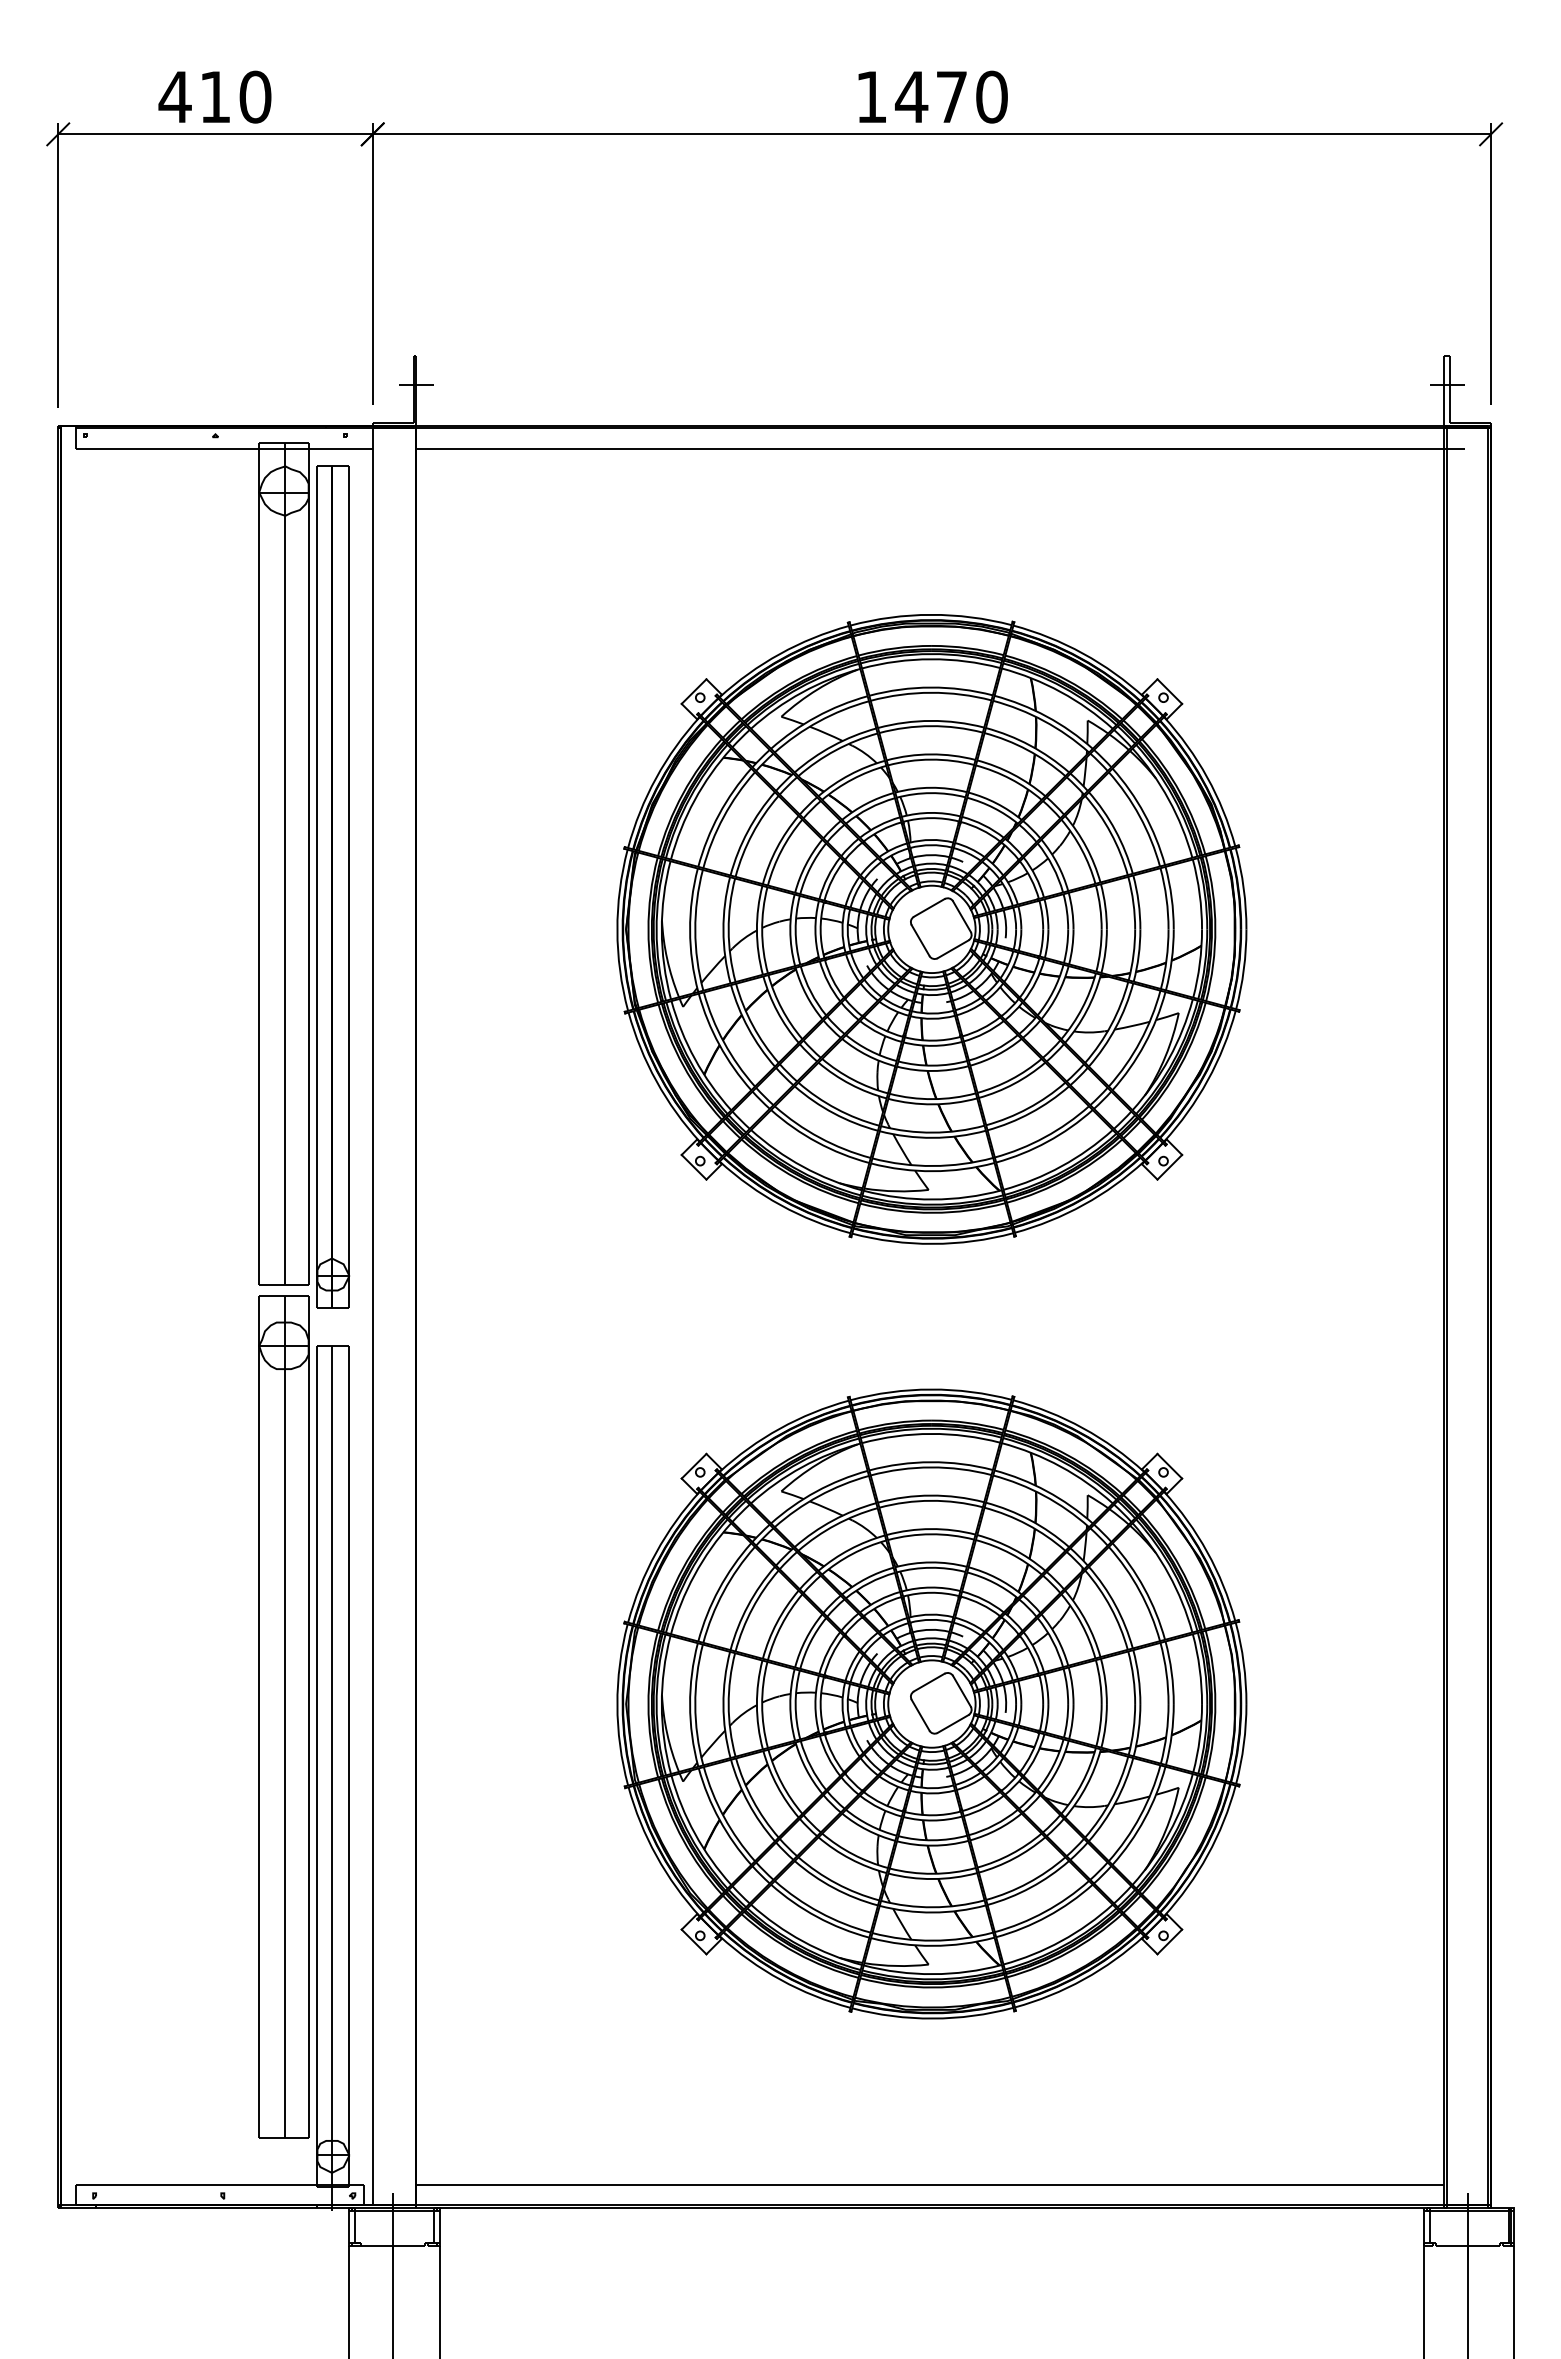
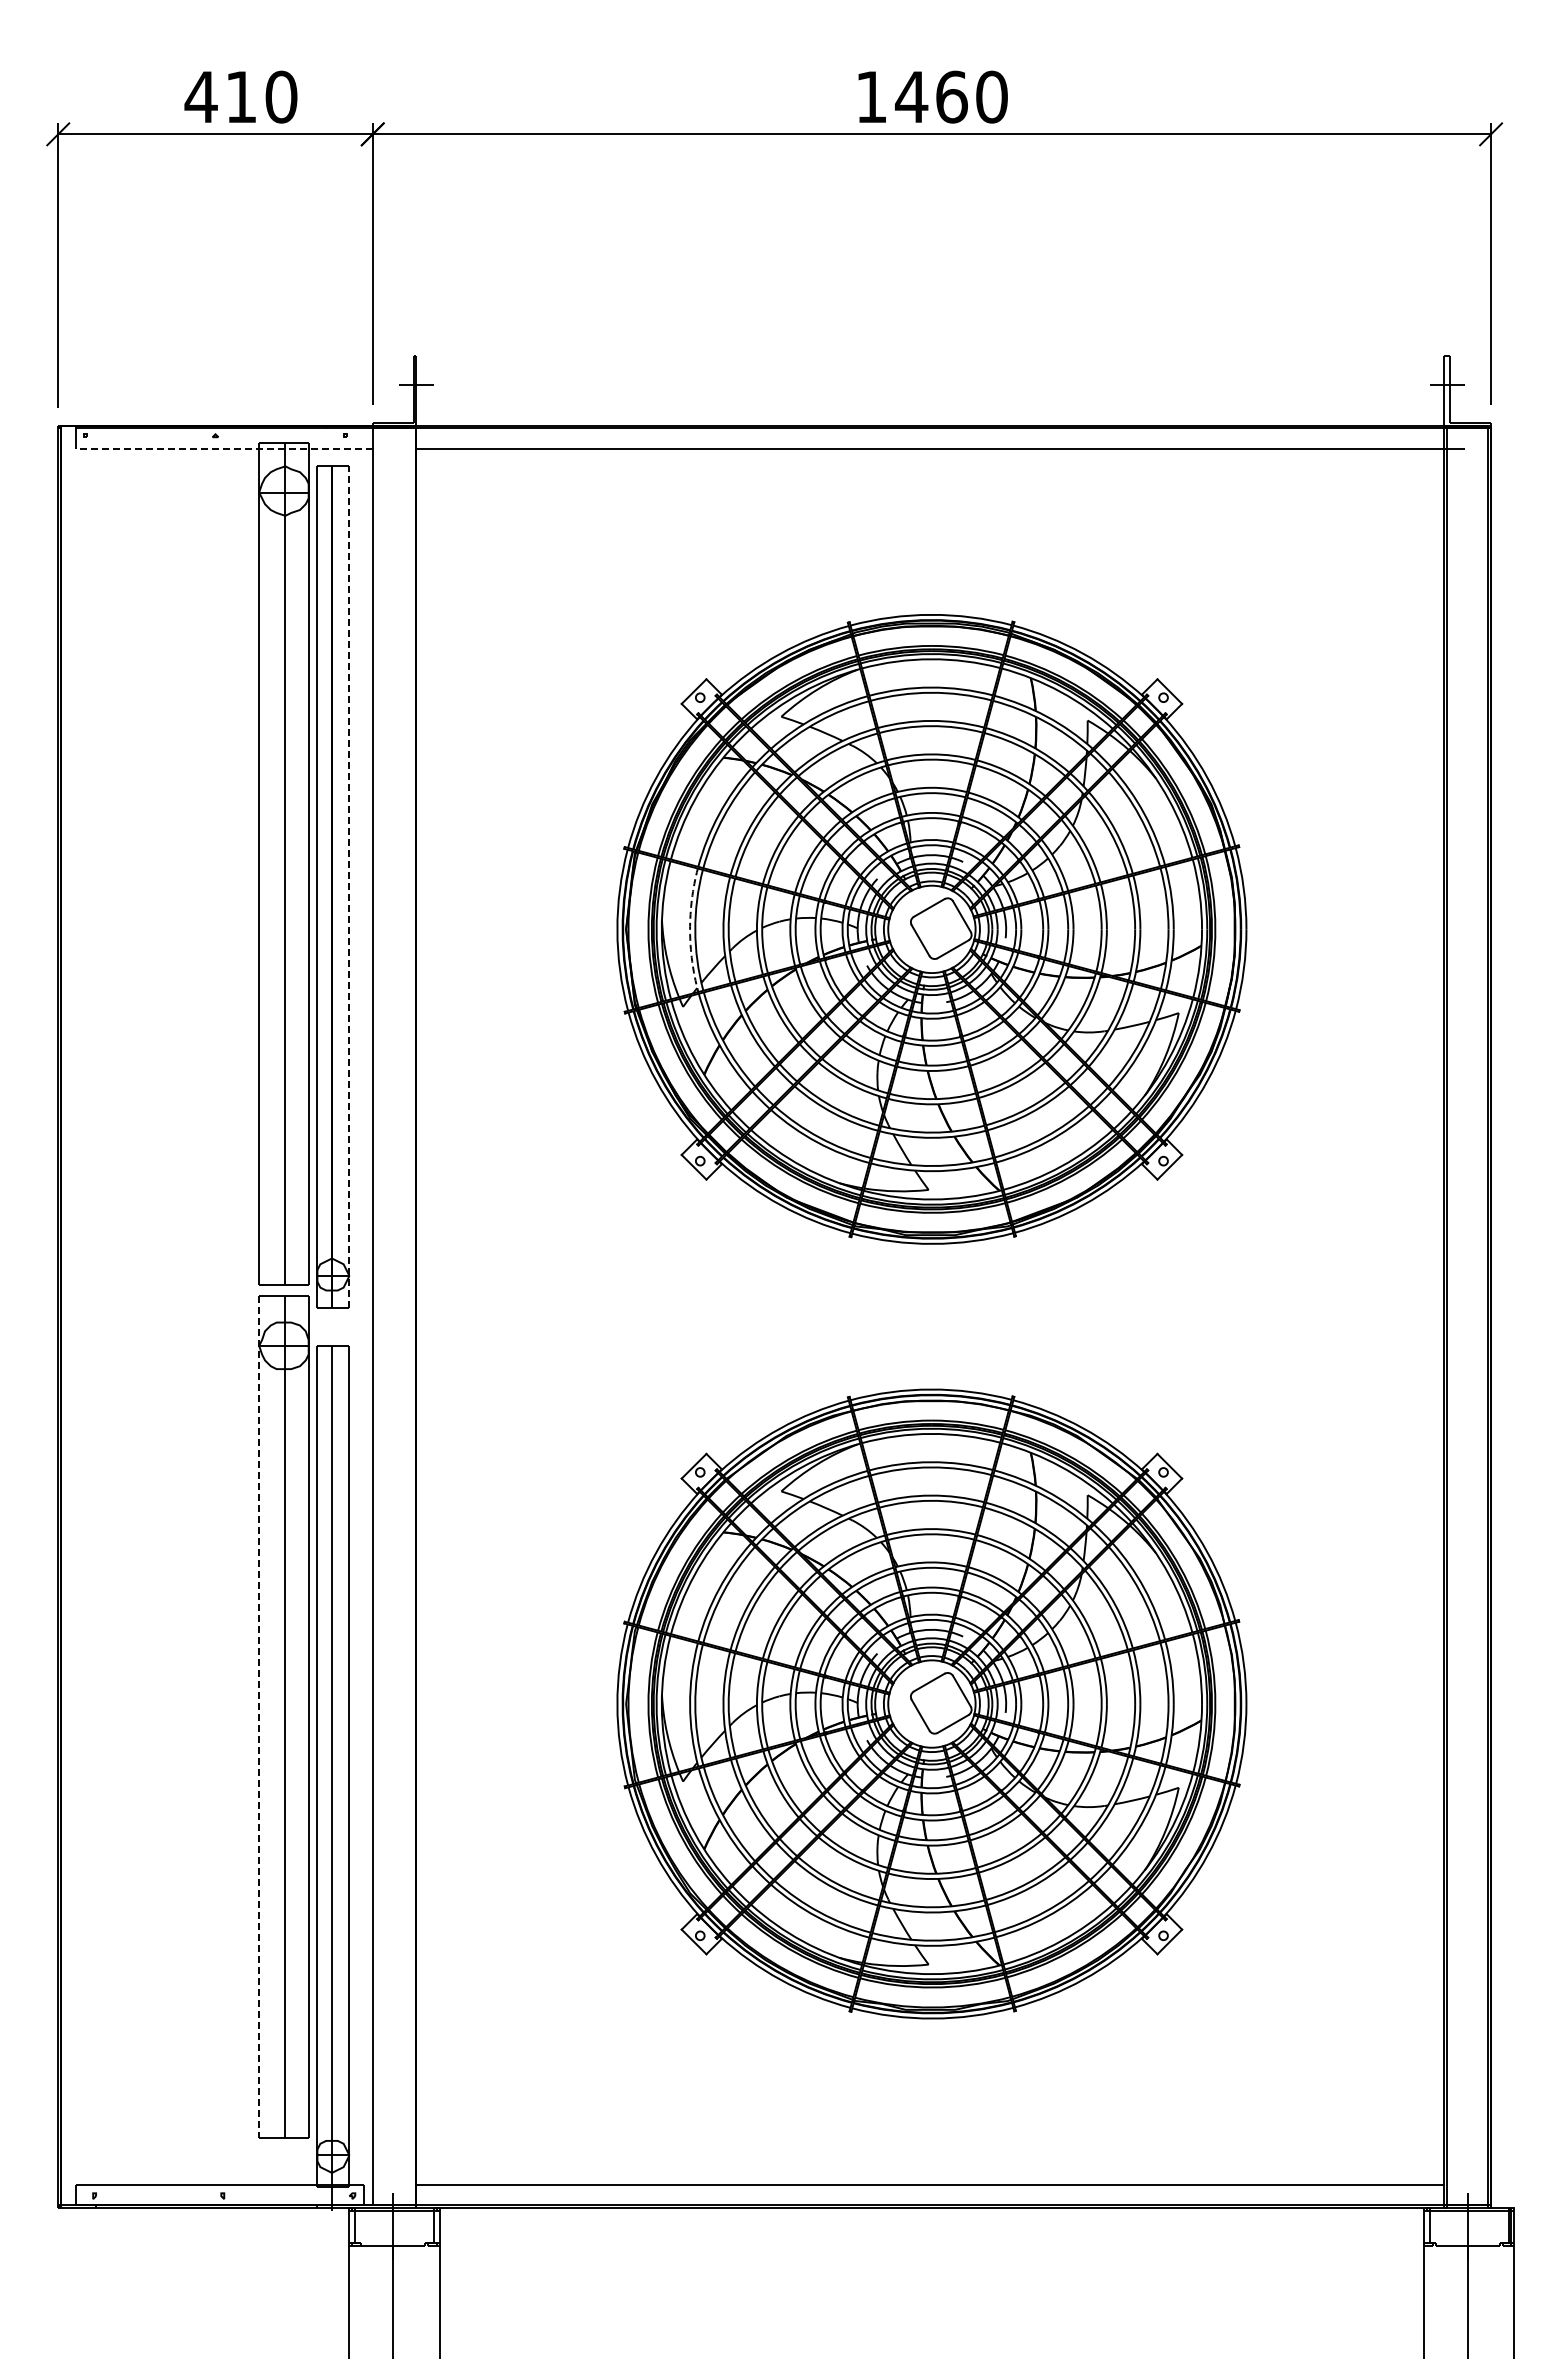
text at (214, 96) position: (214, 96) -> (240, 96)
text at (951, 96): 1470 -> 1460
line at (224, 448): solid -> dashed
line at (349, 887): solid -> dashed
arc at (690, 930): solid -> dashed
line at (259, 1717): solid -> dashed
